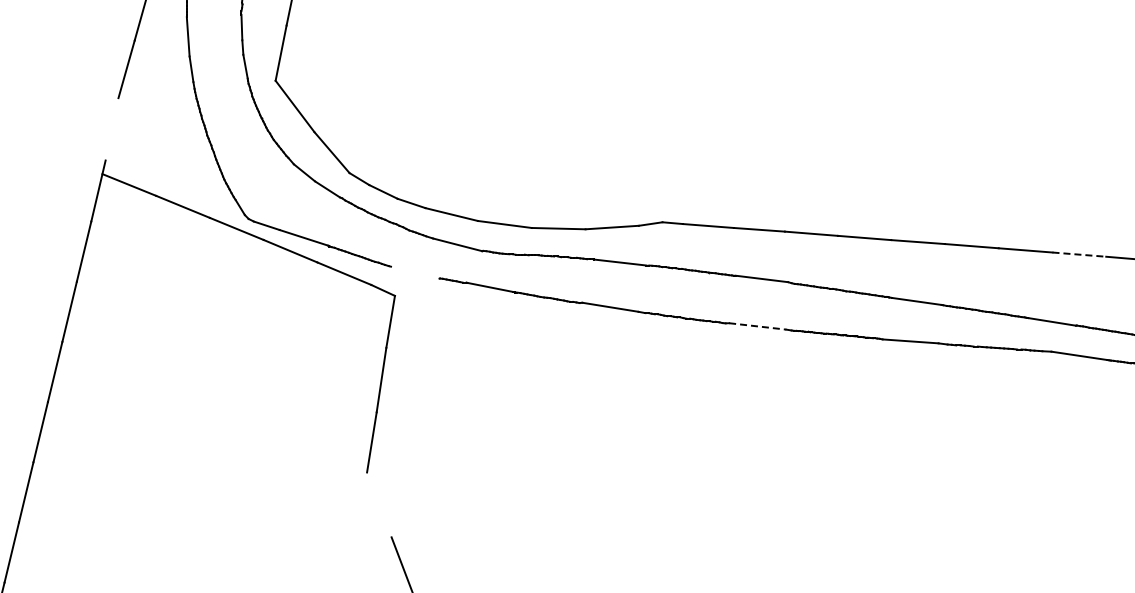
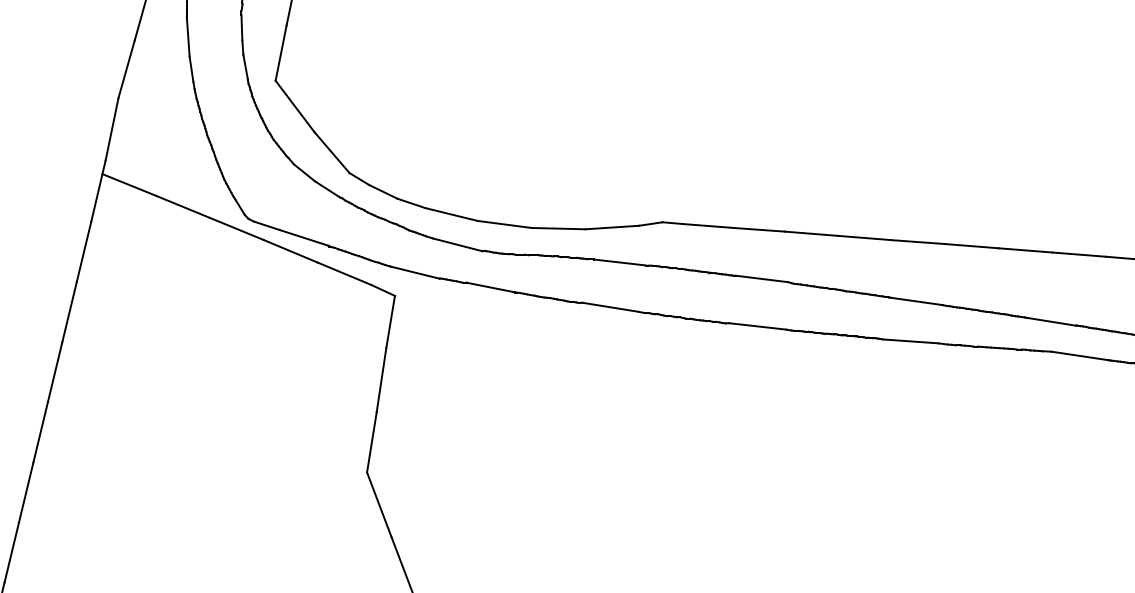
line at (111, 129): none -> present
line at (1079, 254): dashed -> solid
line at (415, 272): none -> present
line at (757, 326): dashed -> solid
line at (379, 504): none -> present
